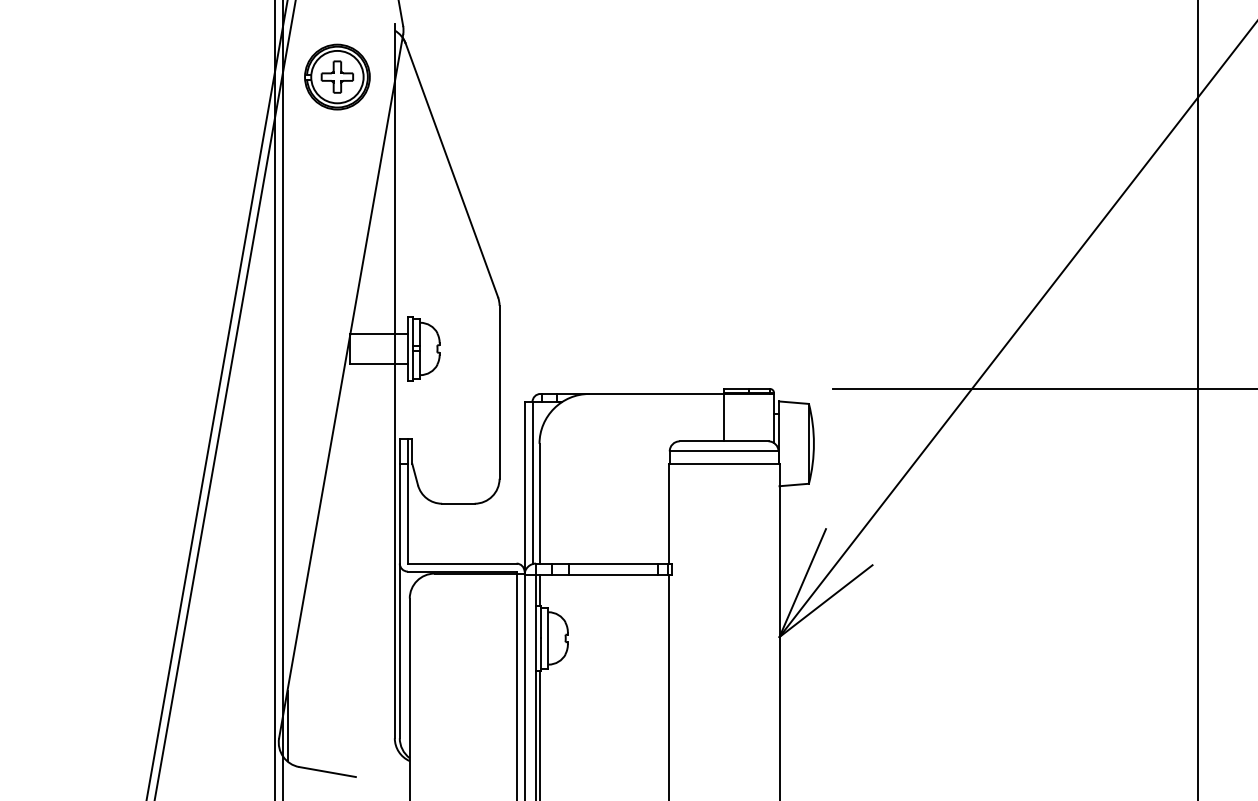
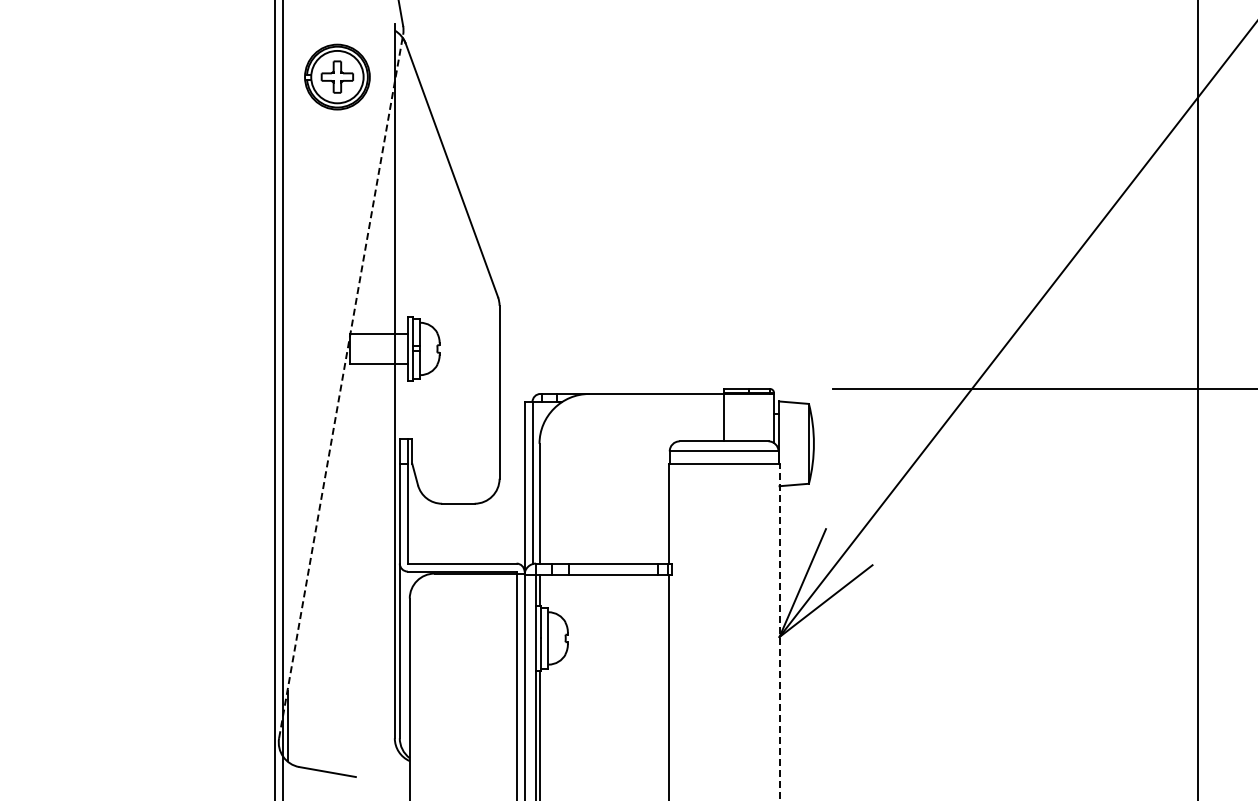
line at (341, 385): solid -> dashed
line at (217, 399): present -> none
line at (225, 399): present -> none
line at (779, 631): solid -> dashed
